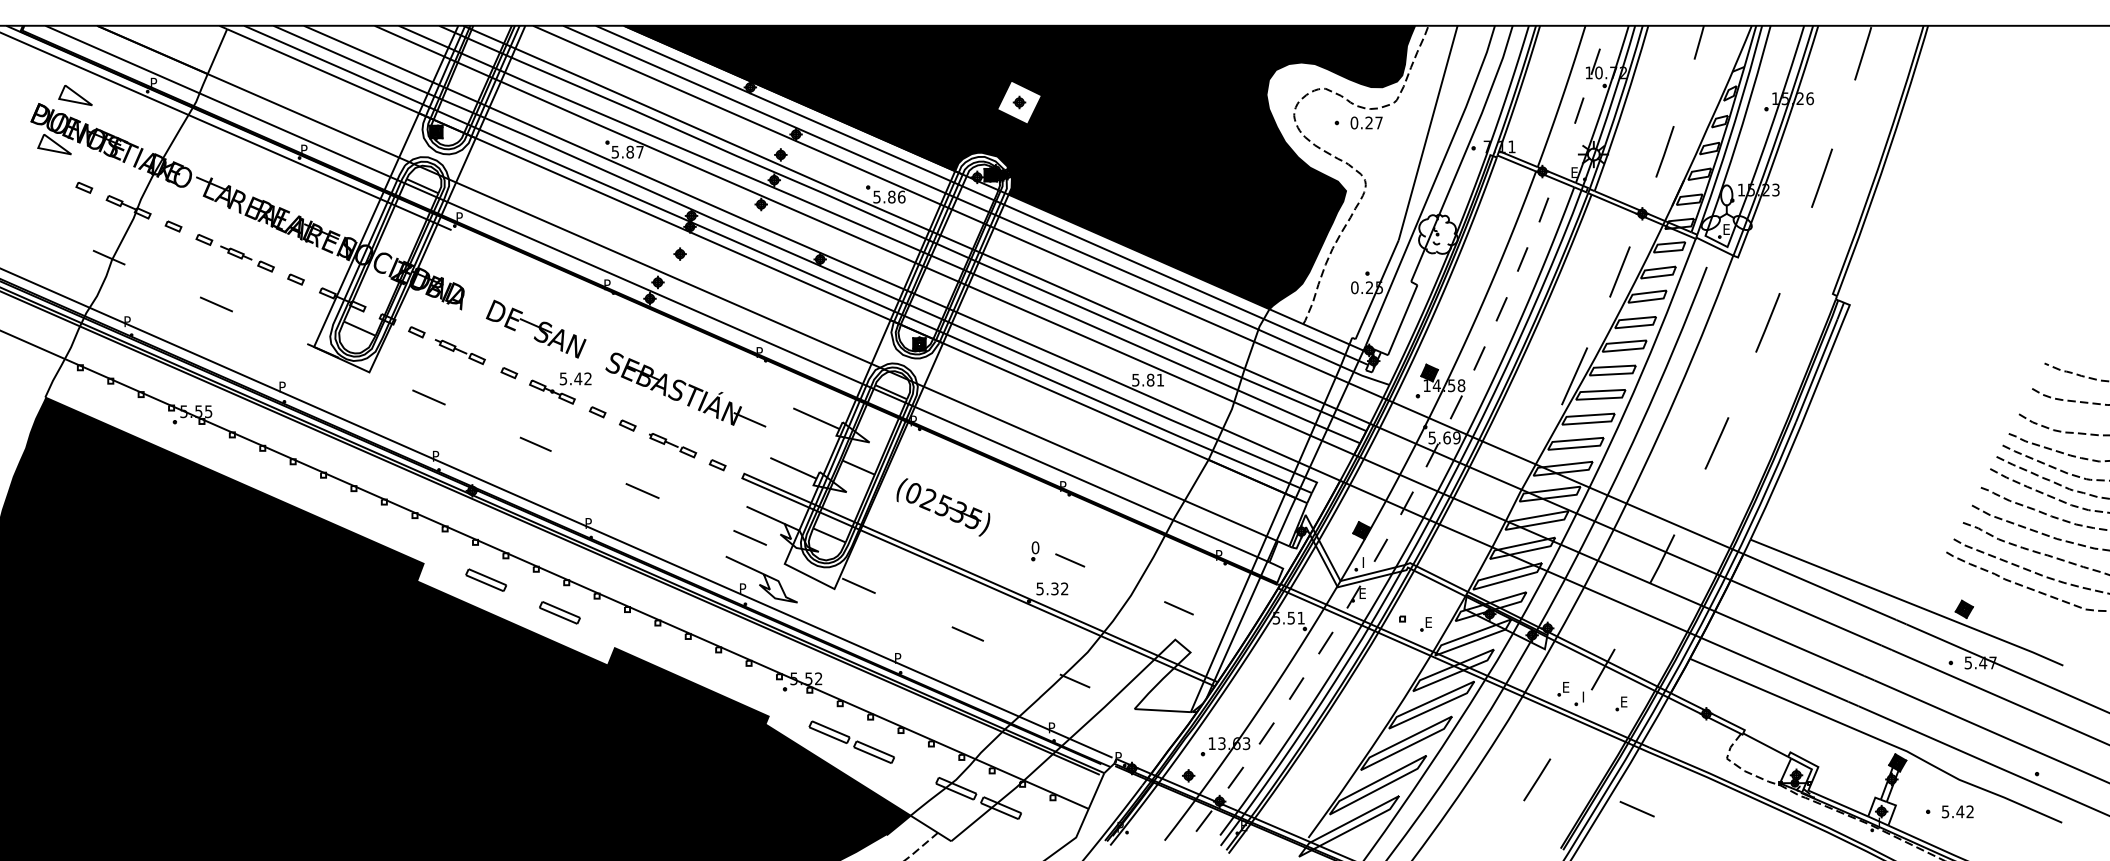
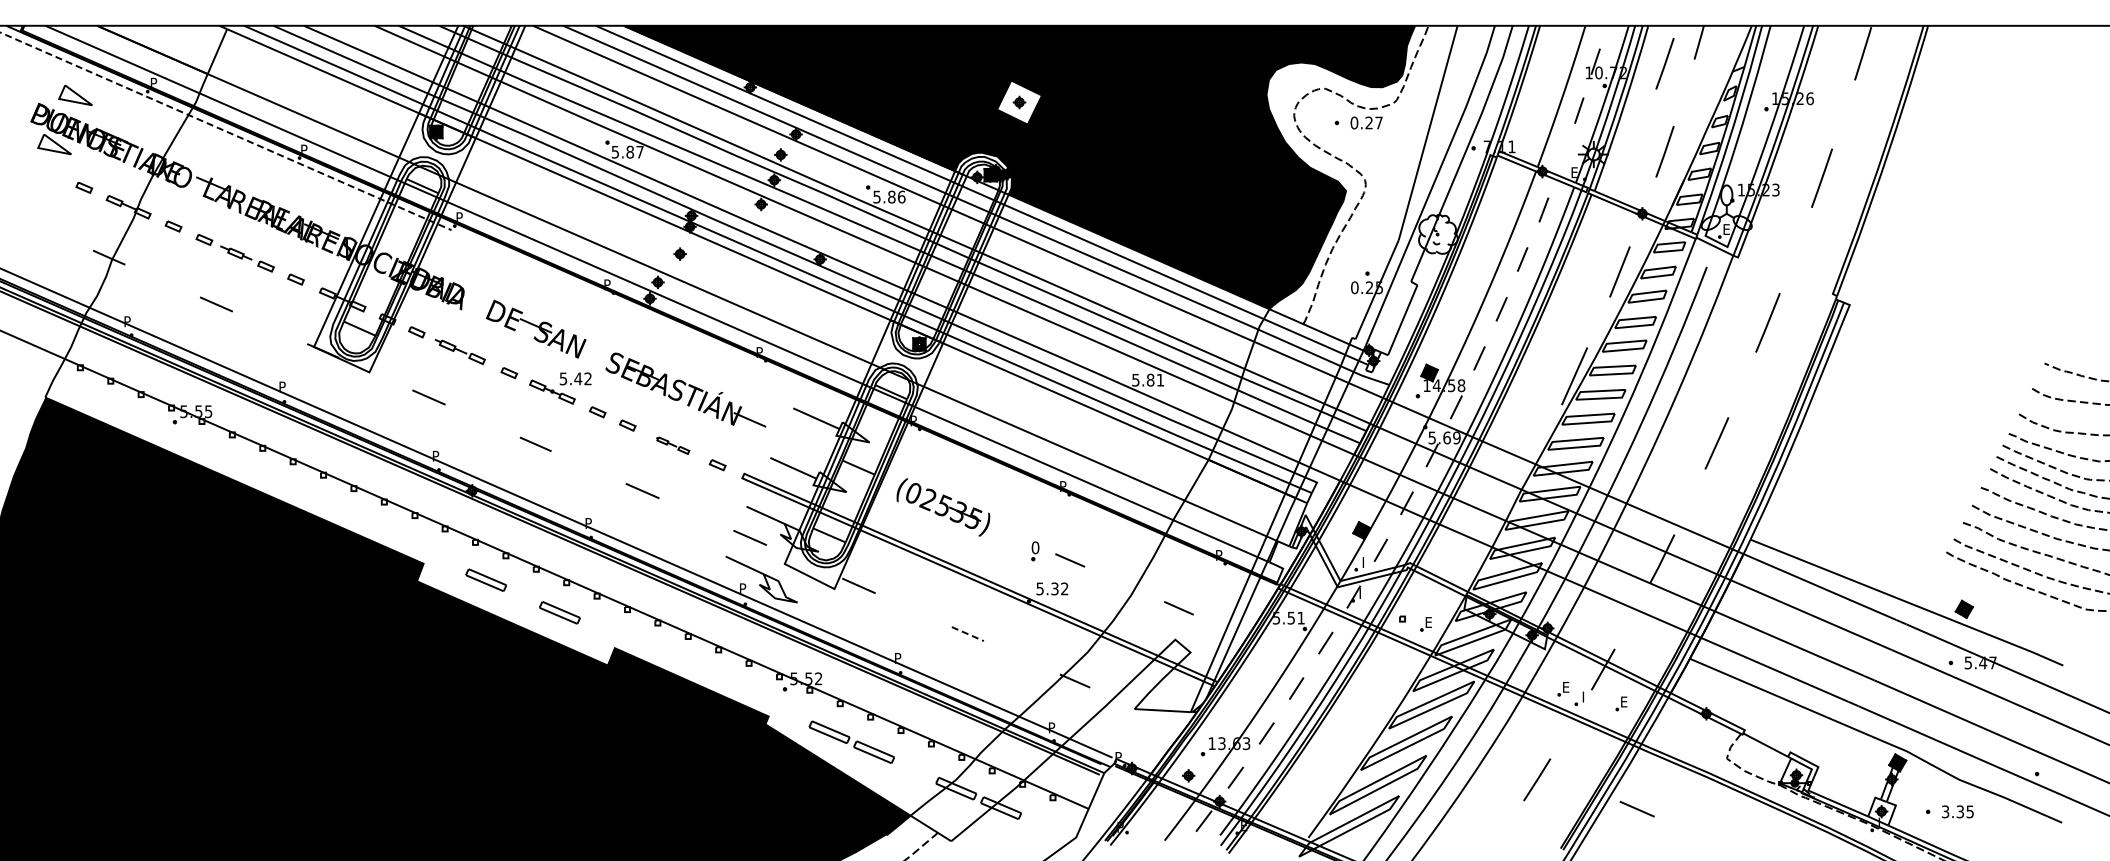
line at (1664, 63): none -> present
line at (226, 131): solid -> dashed
part at (673, 445) size: 49x26 px -> 35x19 px
text at (1363, 593): E -> I
line at (968, 634): solid -> dashed
text at (1957, 811): 5.42 -> 3.35
